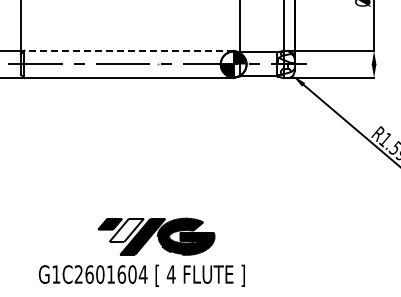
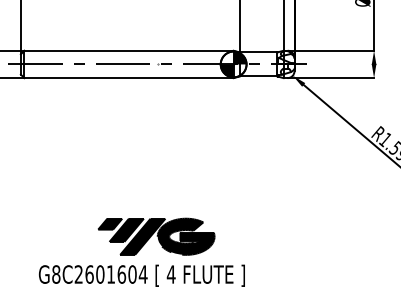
line at (129, 50): dashed -> solid
fill at (126, 229): none -> present
text at (56, 274): G1C2601604 -> G8C2601604
